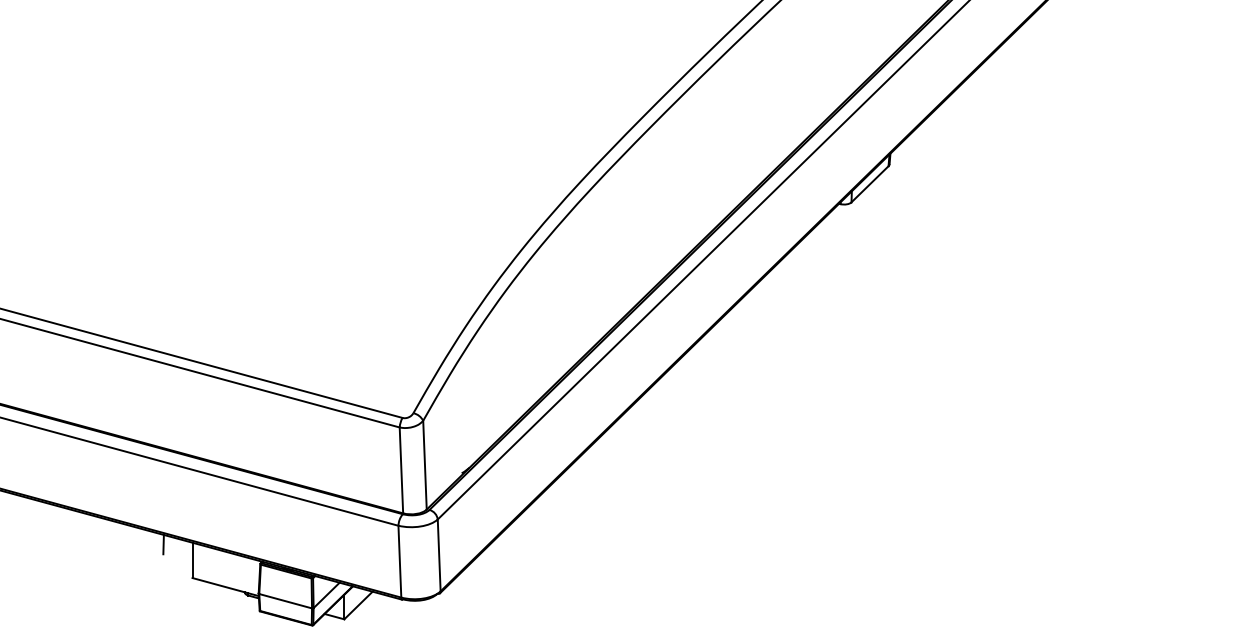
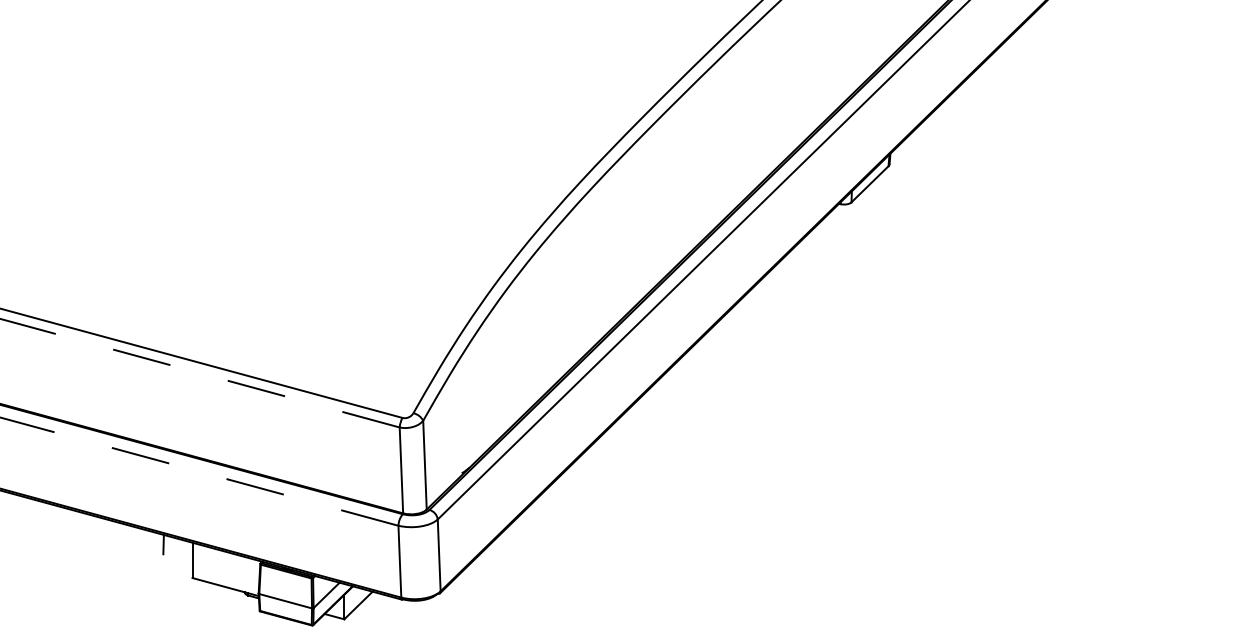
line at (199, 373): solid -> dashed
line at (198, 471): solid -> dashed
